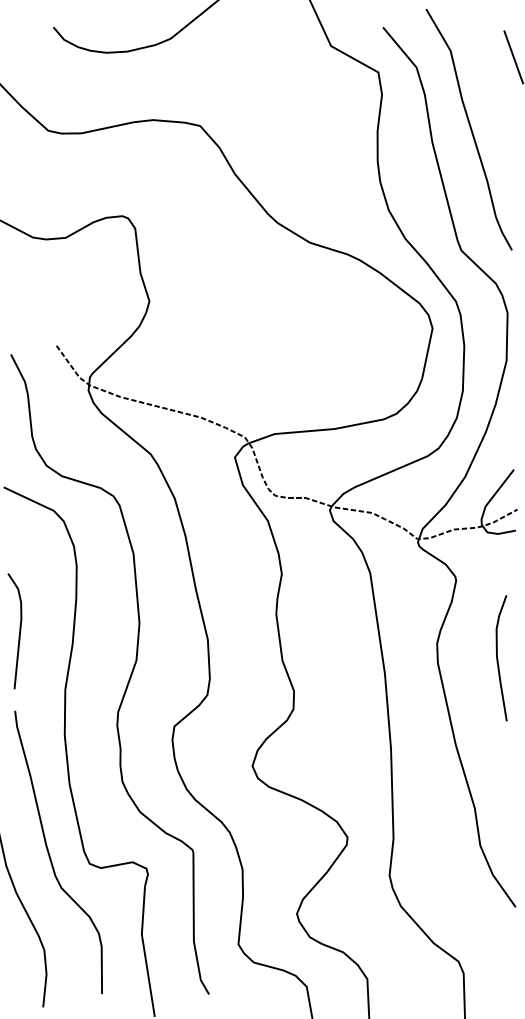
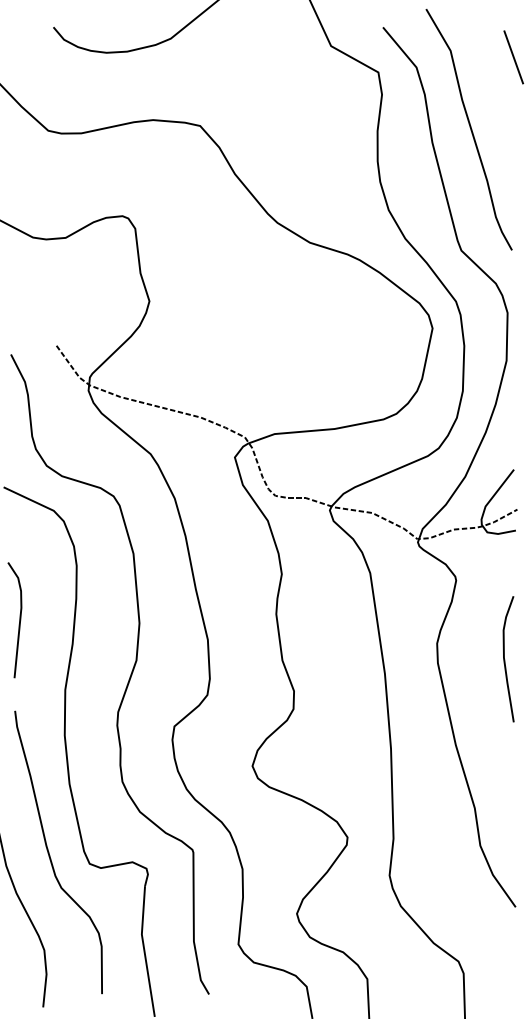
line at (19, 631) position: (19, 631) -> (19, 620)
curve at (498, 658) position: (498, 658) -> (505, 659)
